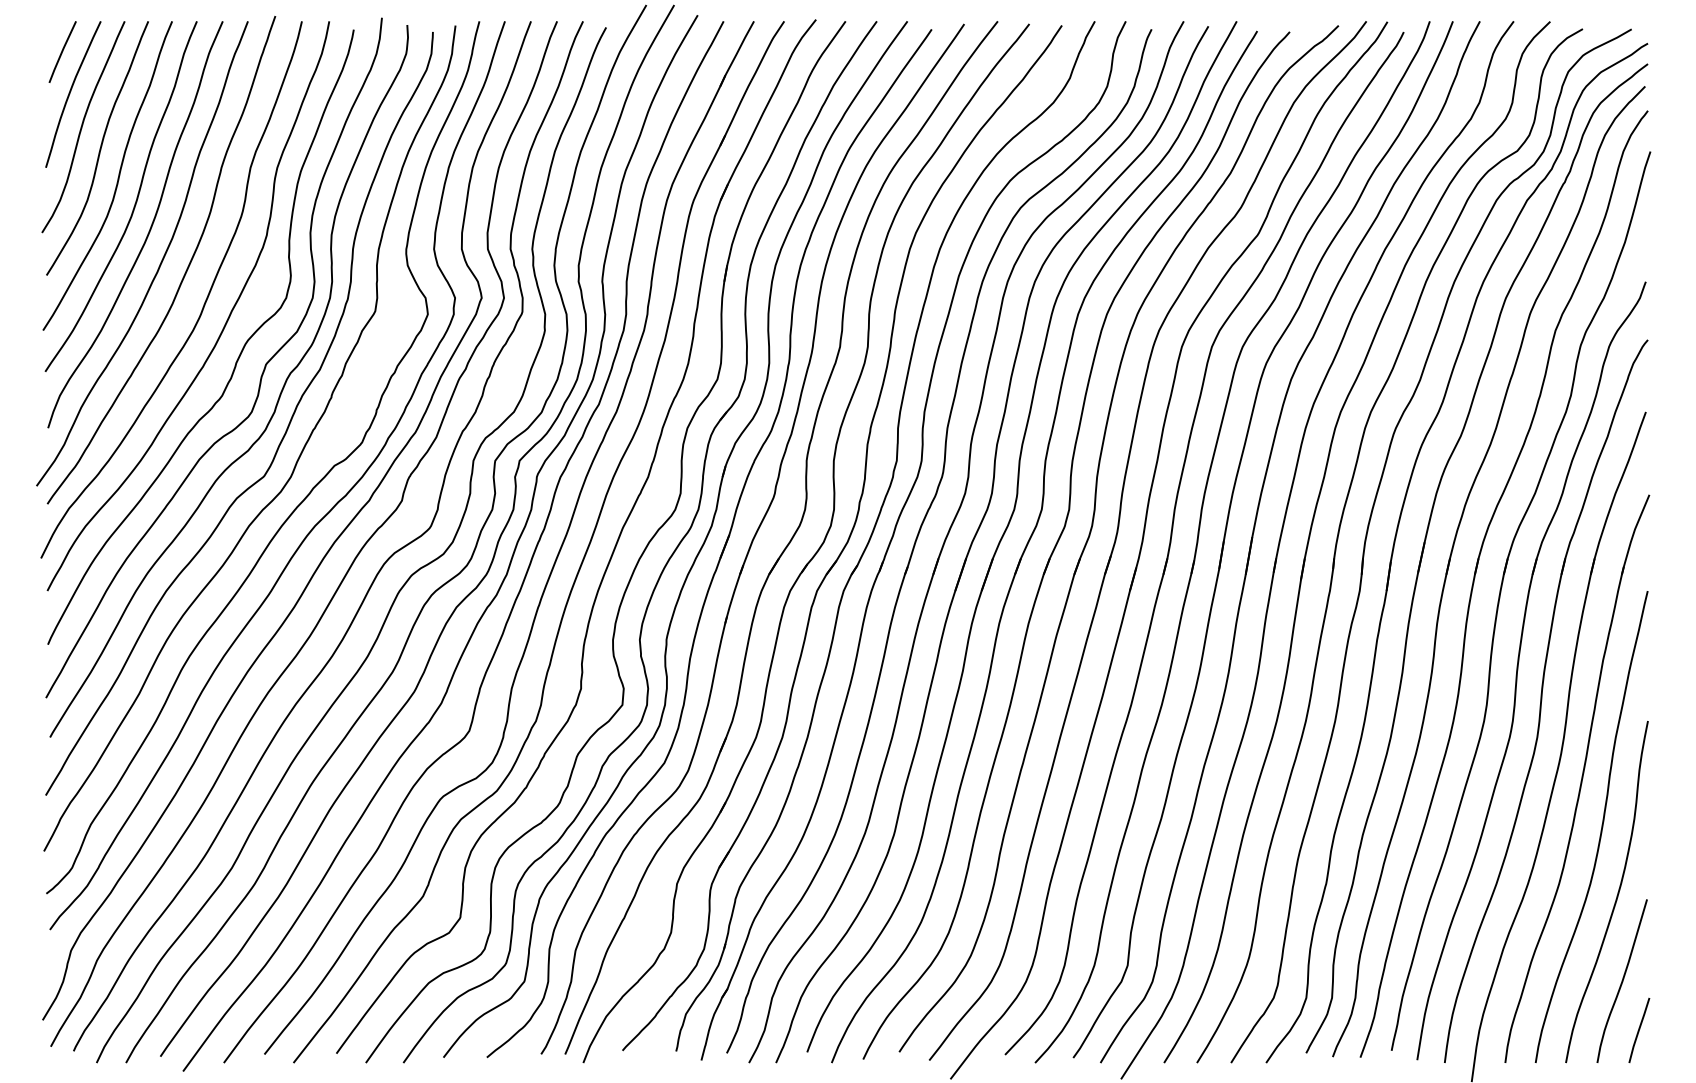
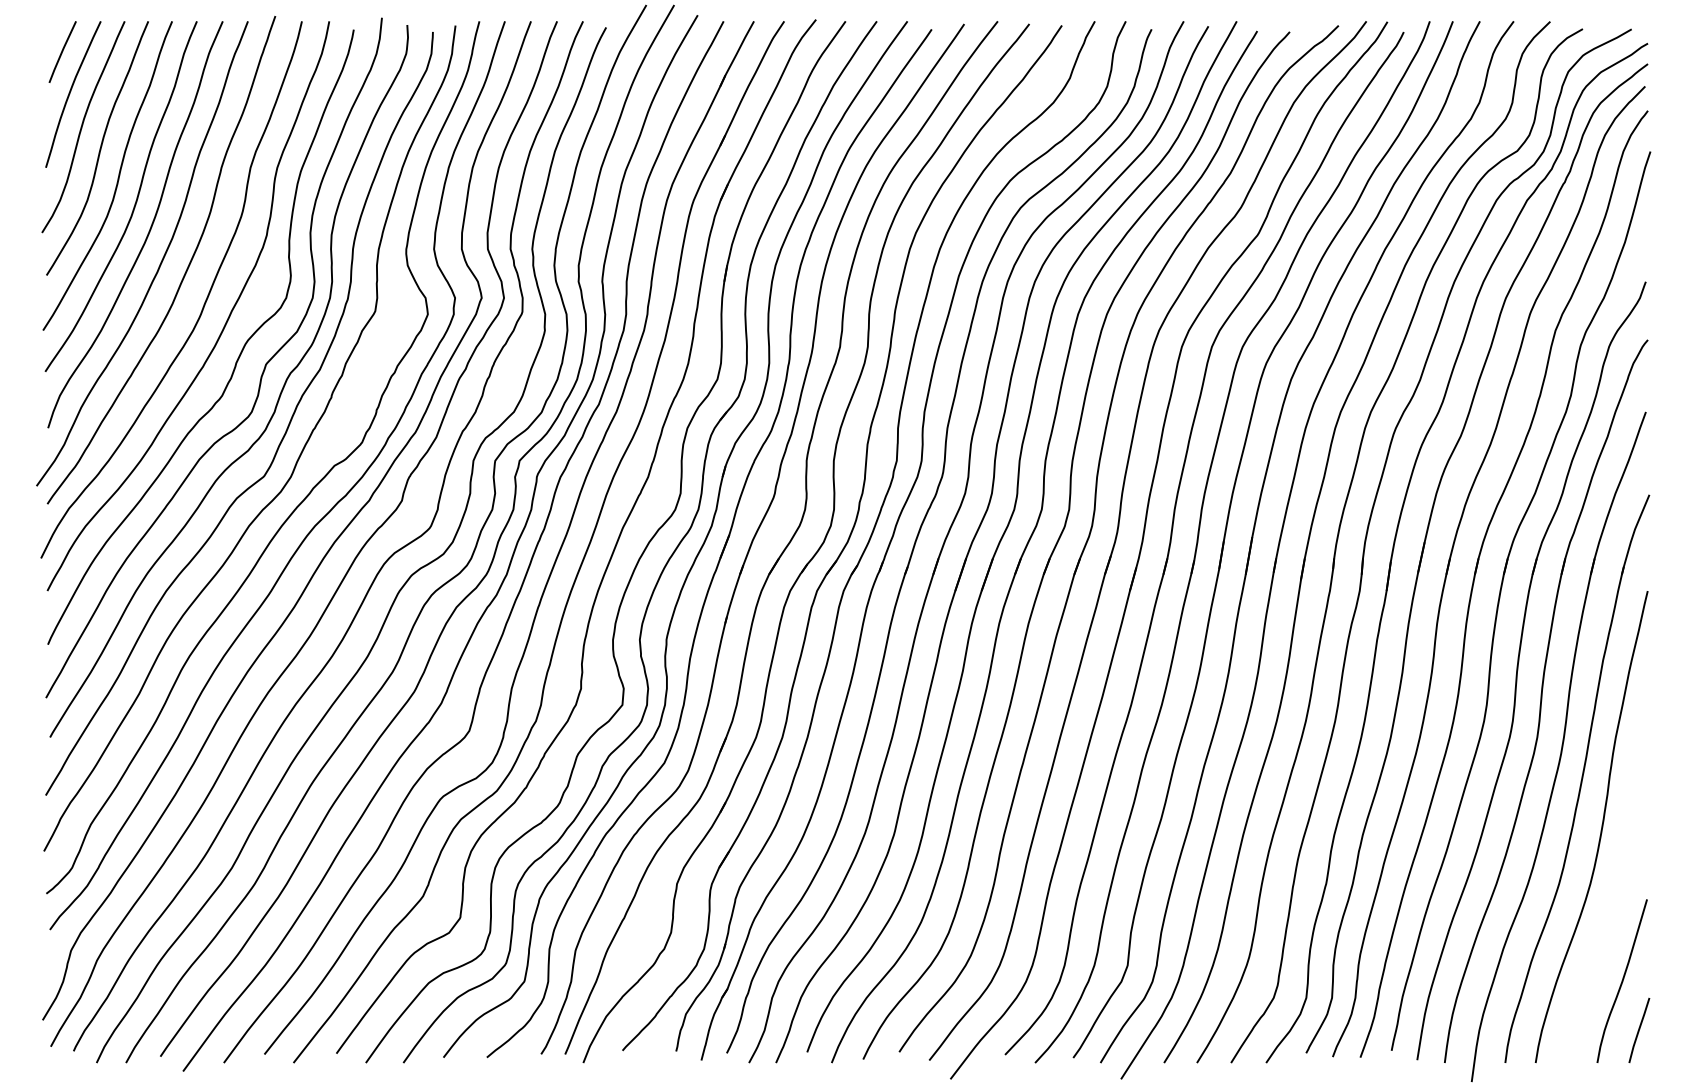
curve at (1616, 895): present -> none
